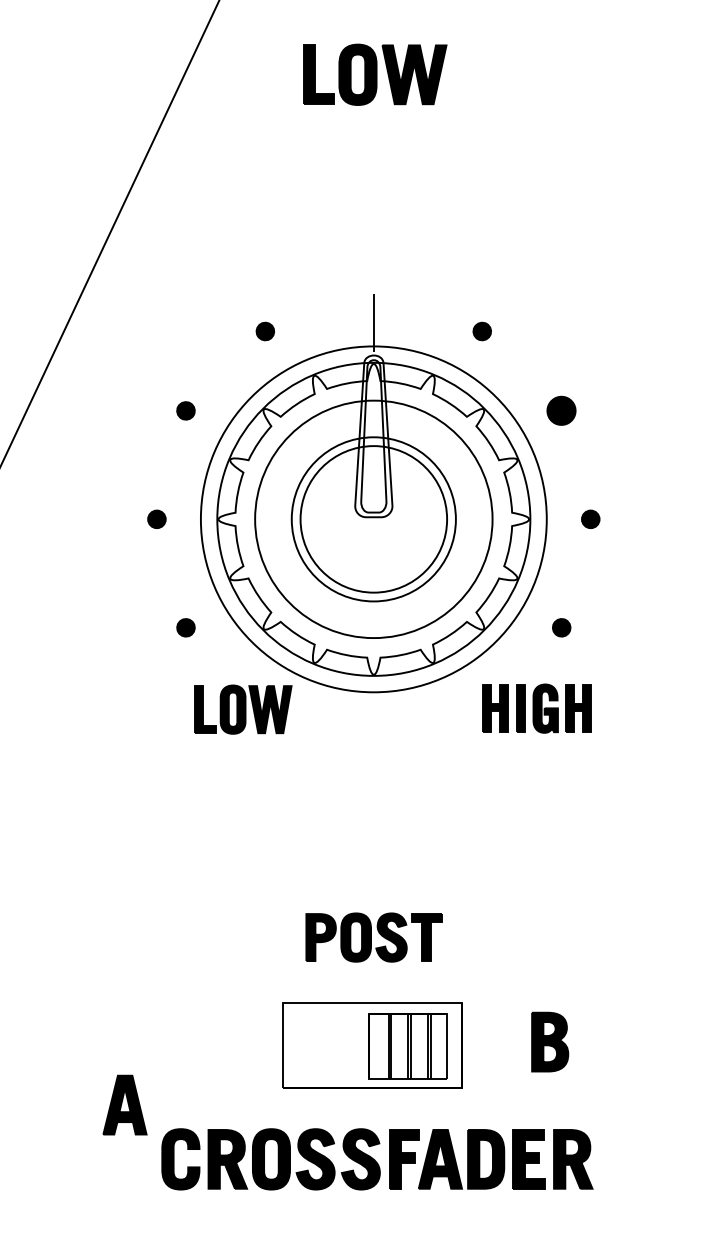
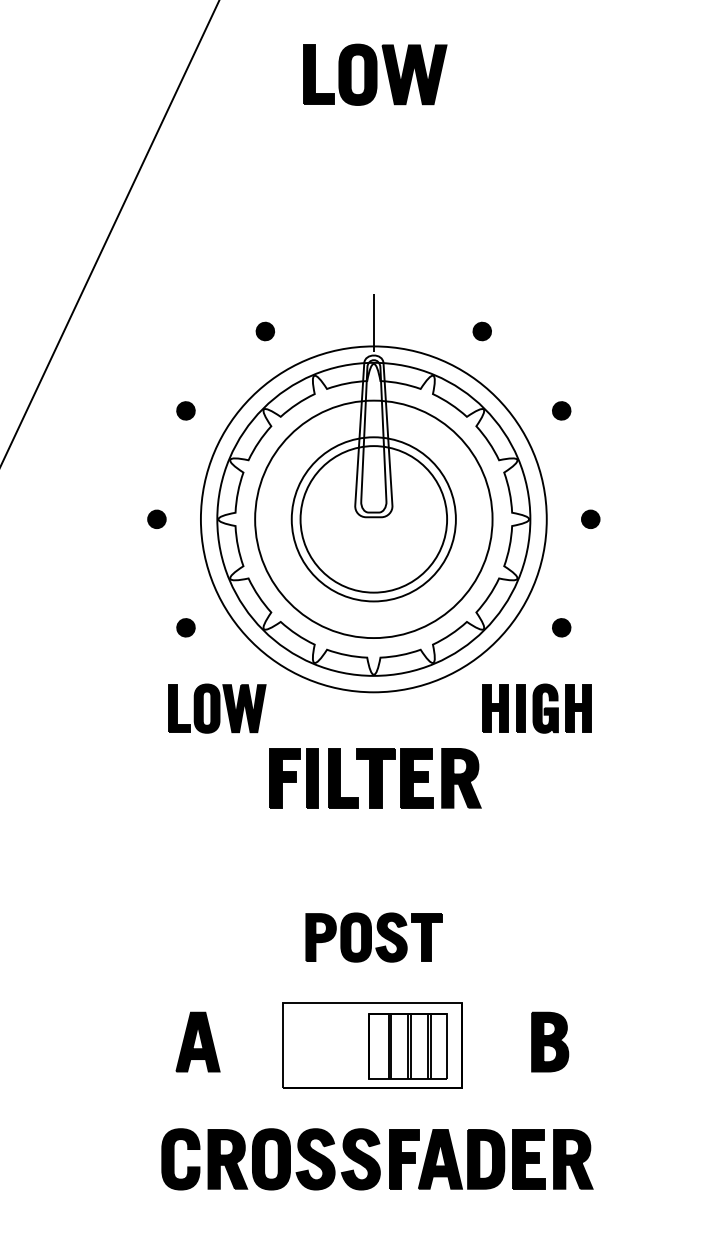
part at (561, 410) size: 31x31 px -> 20x20 px
part at (243, 709) position: (243, 709) -> (217, 708)
part at (375, 778): none -> present
part at (124, 1104) position: (124, 1104) -> (197, 1041)
